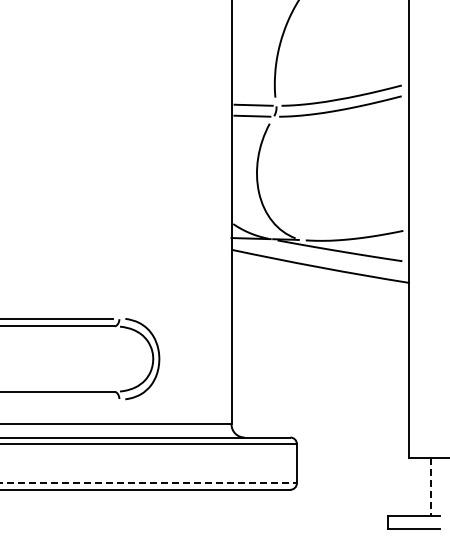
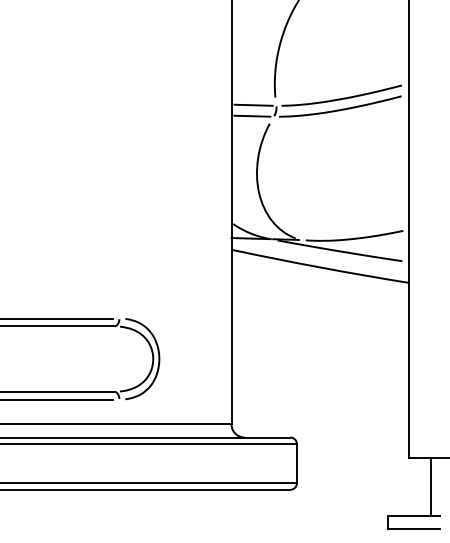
line at (57, 399): none -> present
line at (148, 483): dashed -> solid
line at (431, 487): dashed -> solid
